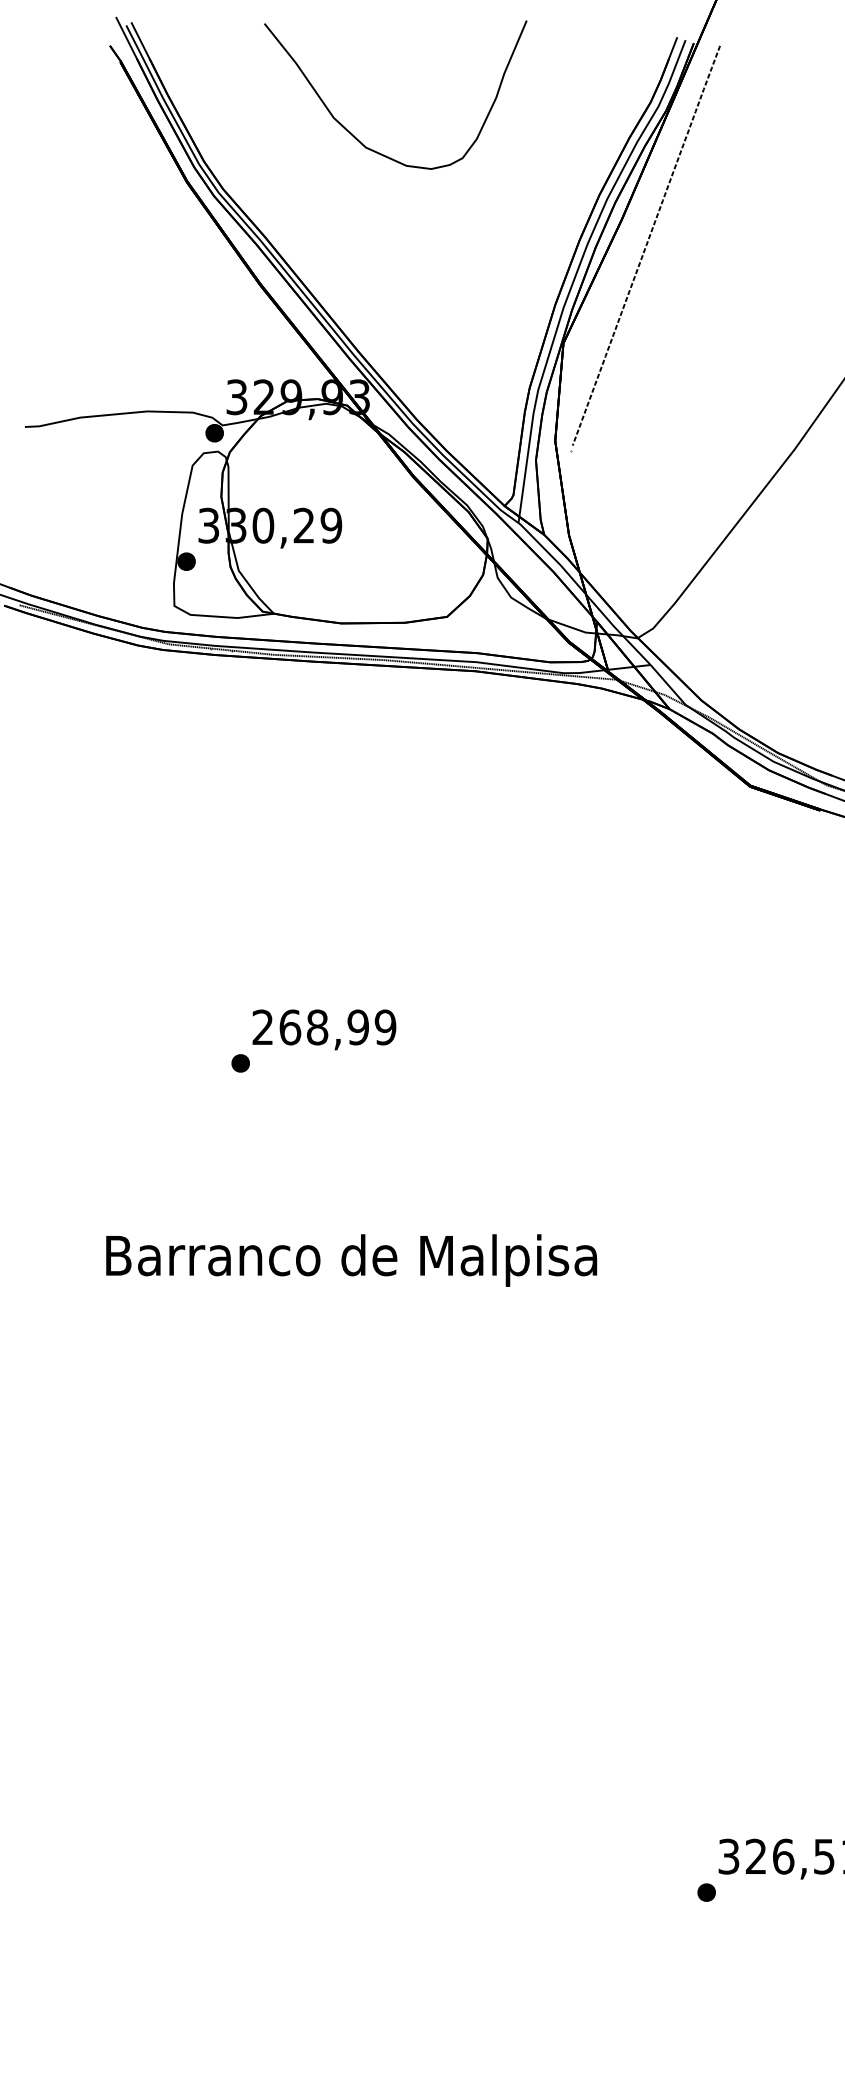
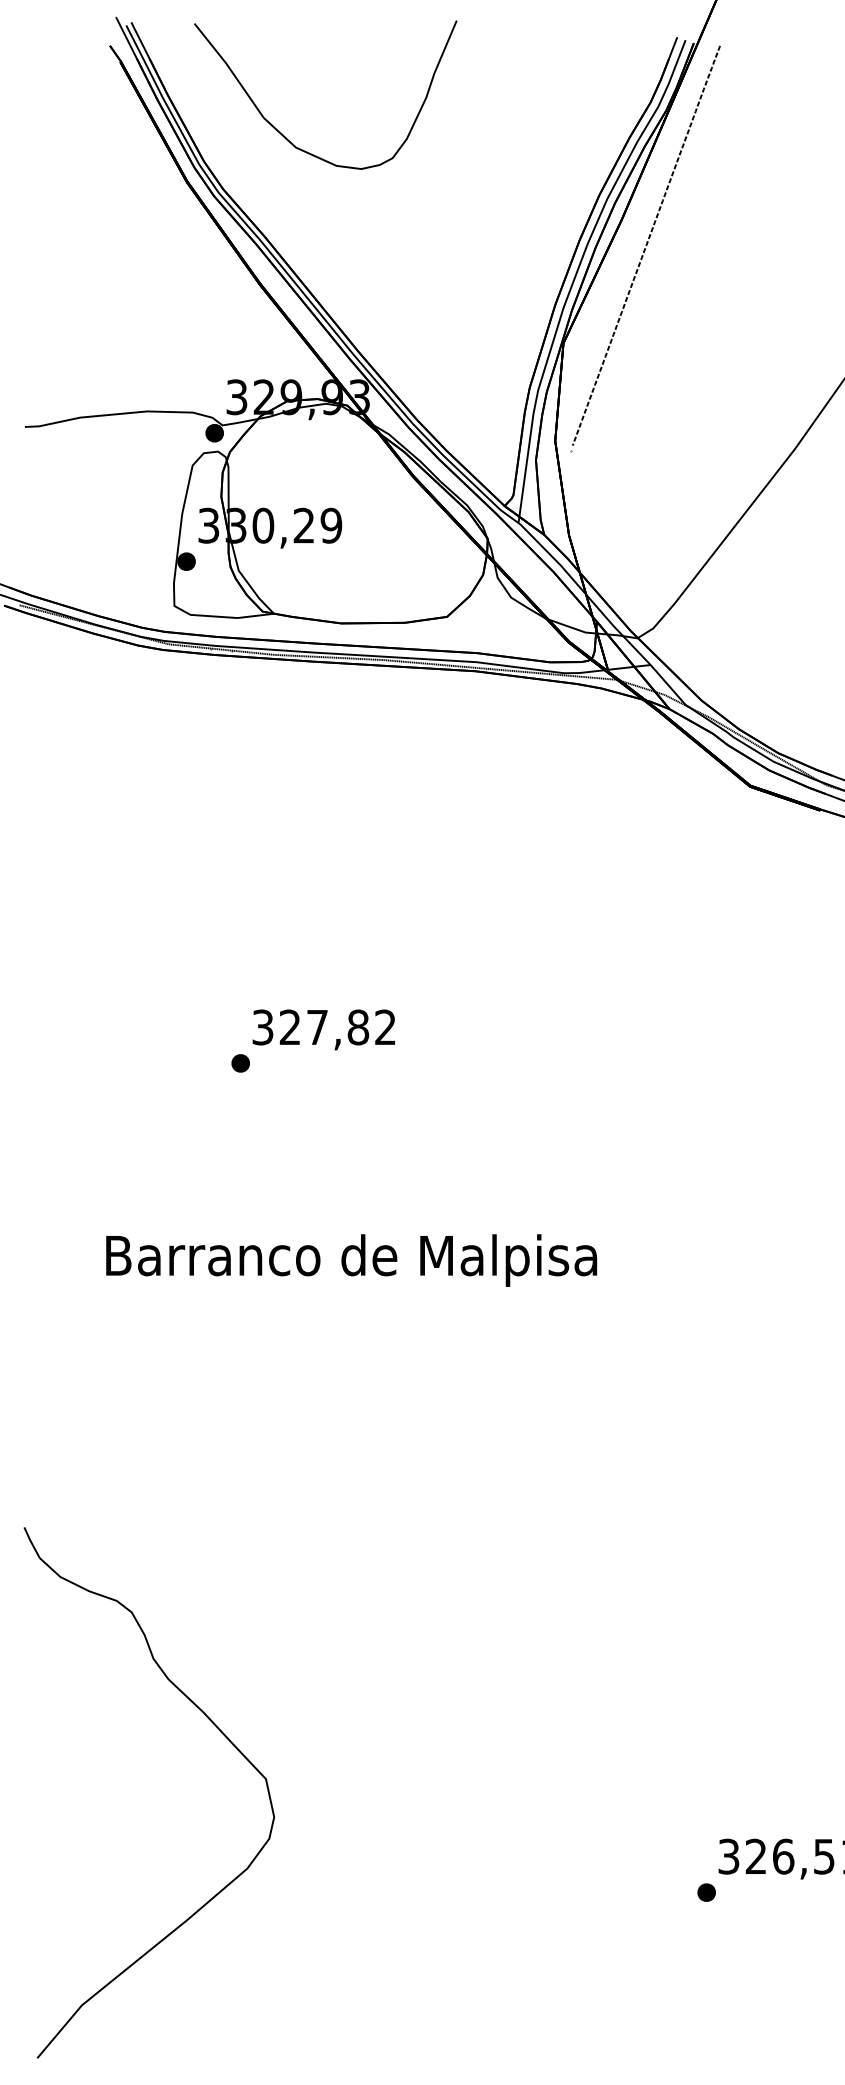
part at (354, 135) position: (354, 135) -> (284, 135)
text at (324, 1027): 268,99 -> 327,82
curve at (219, 1731): none -> present
